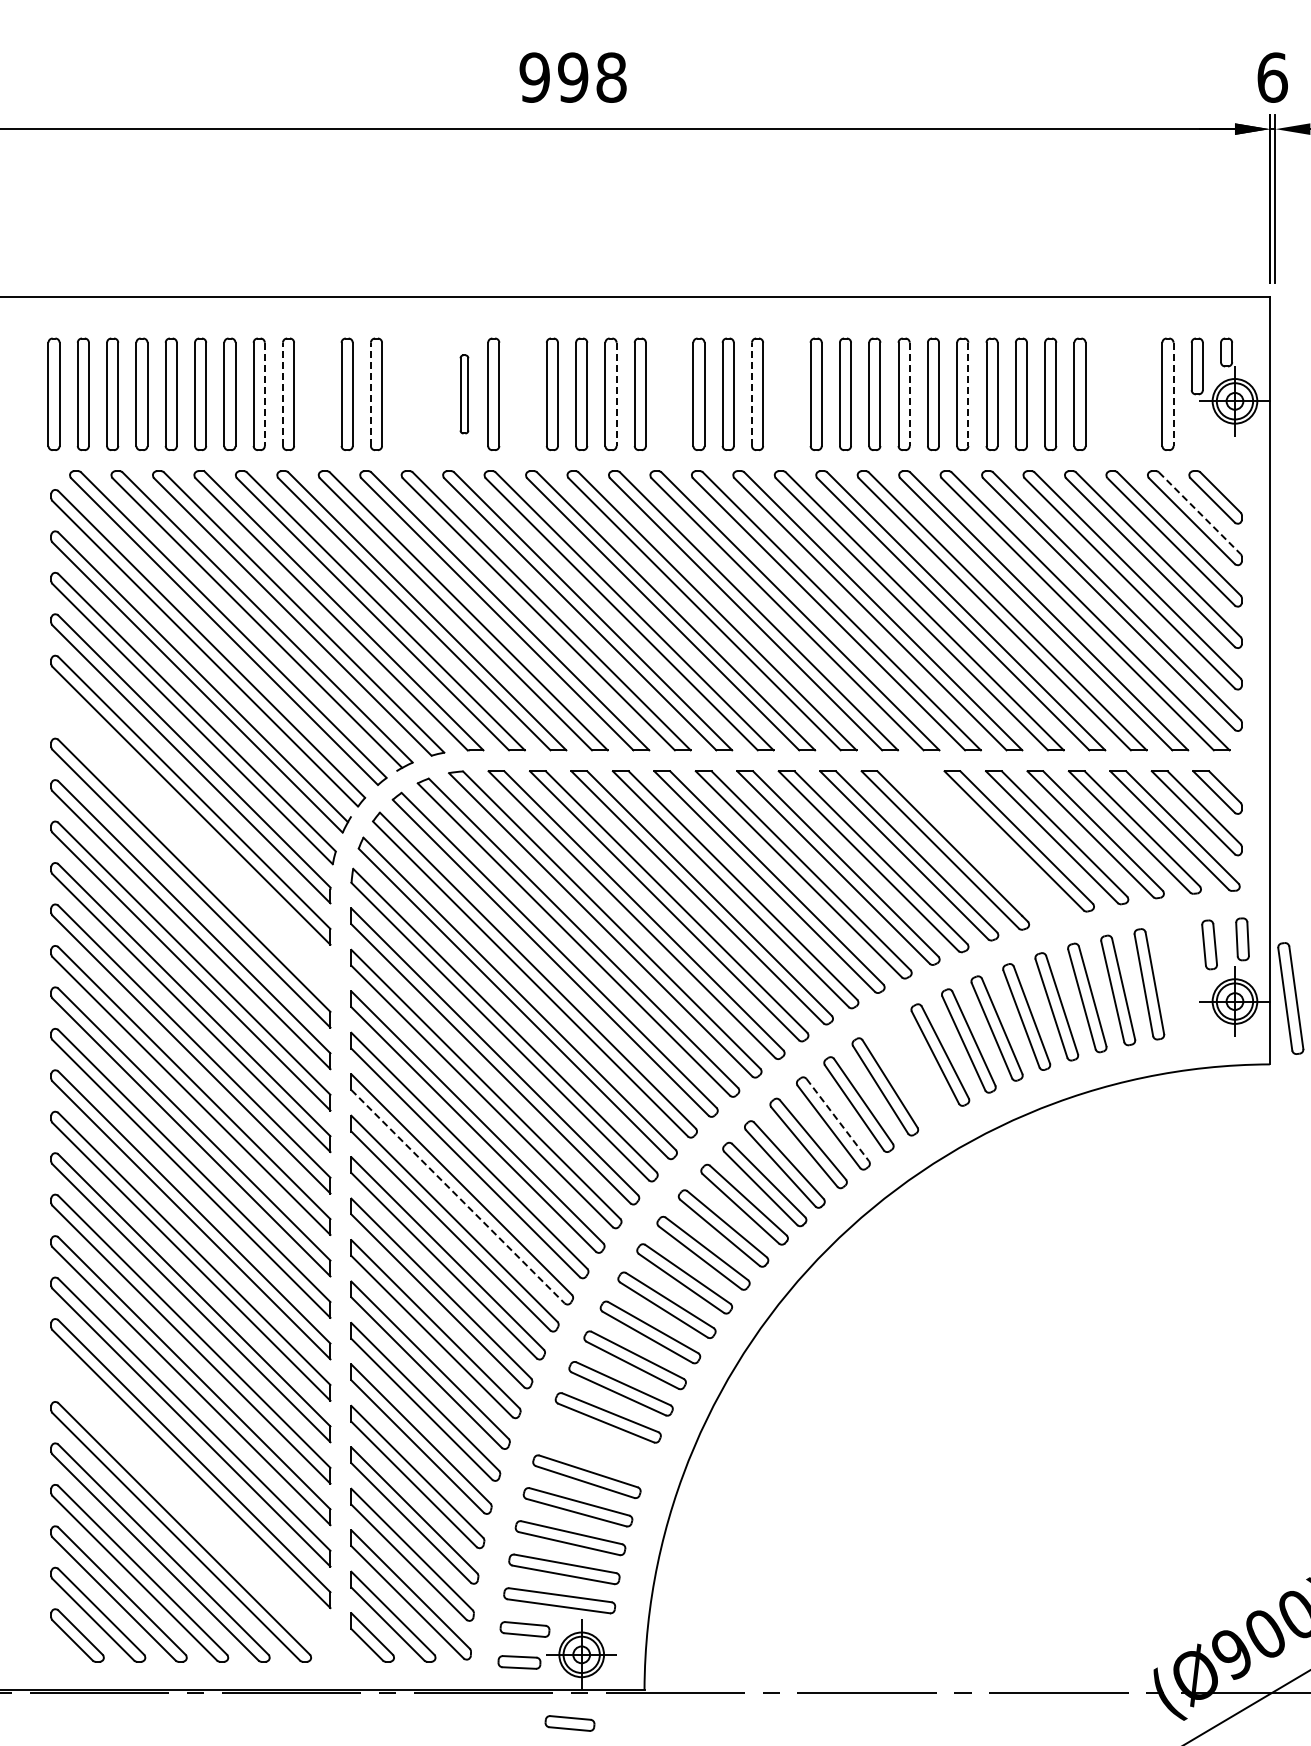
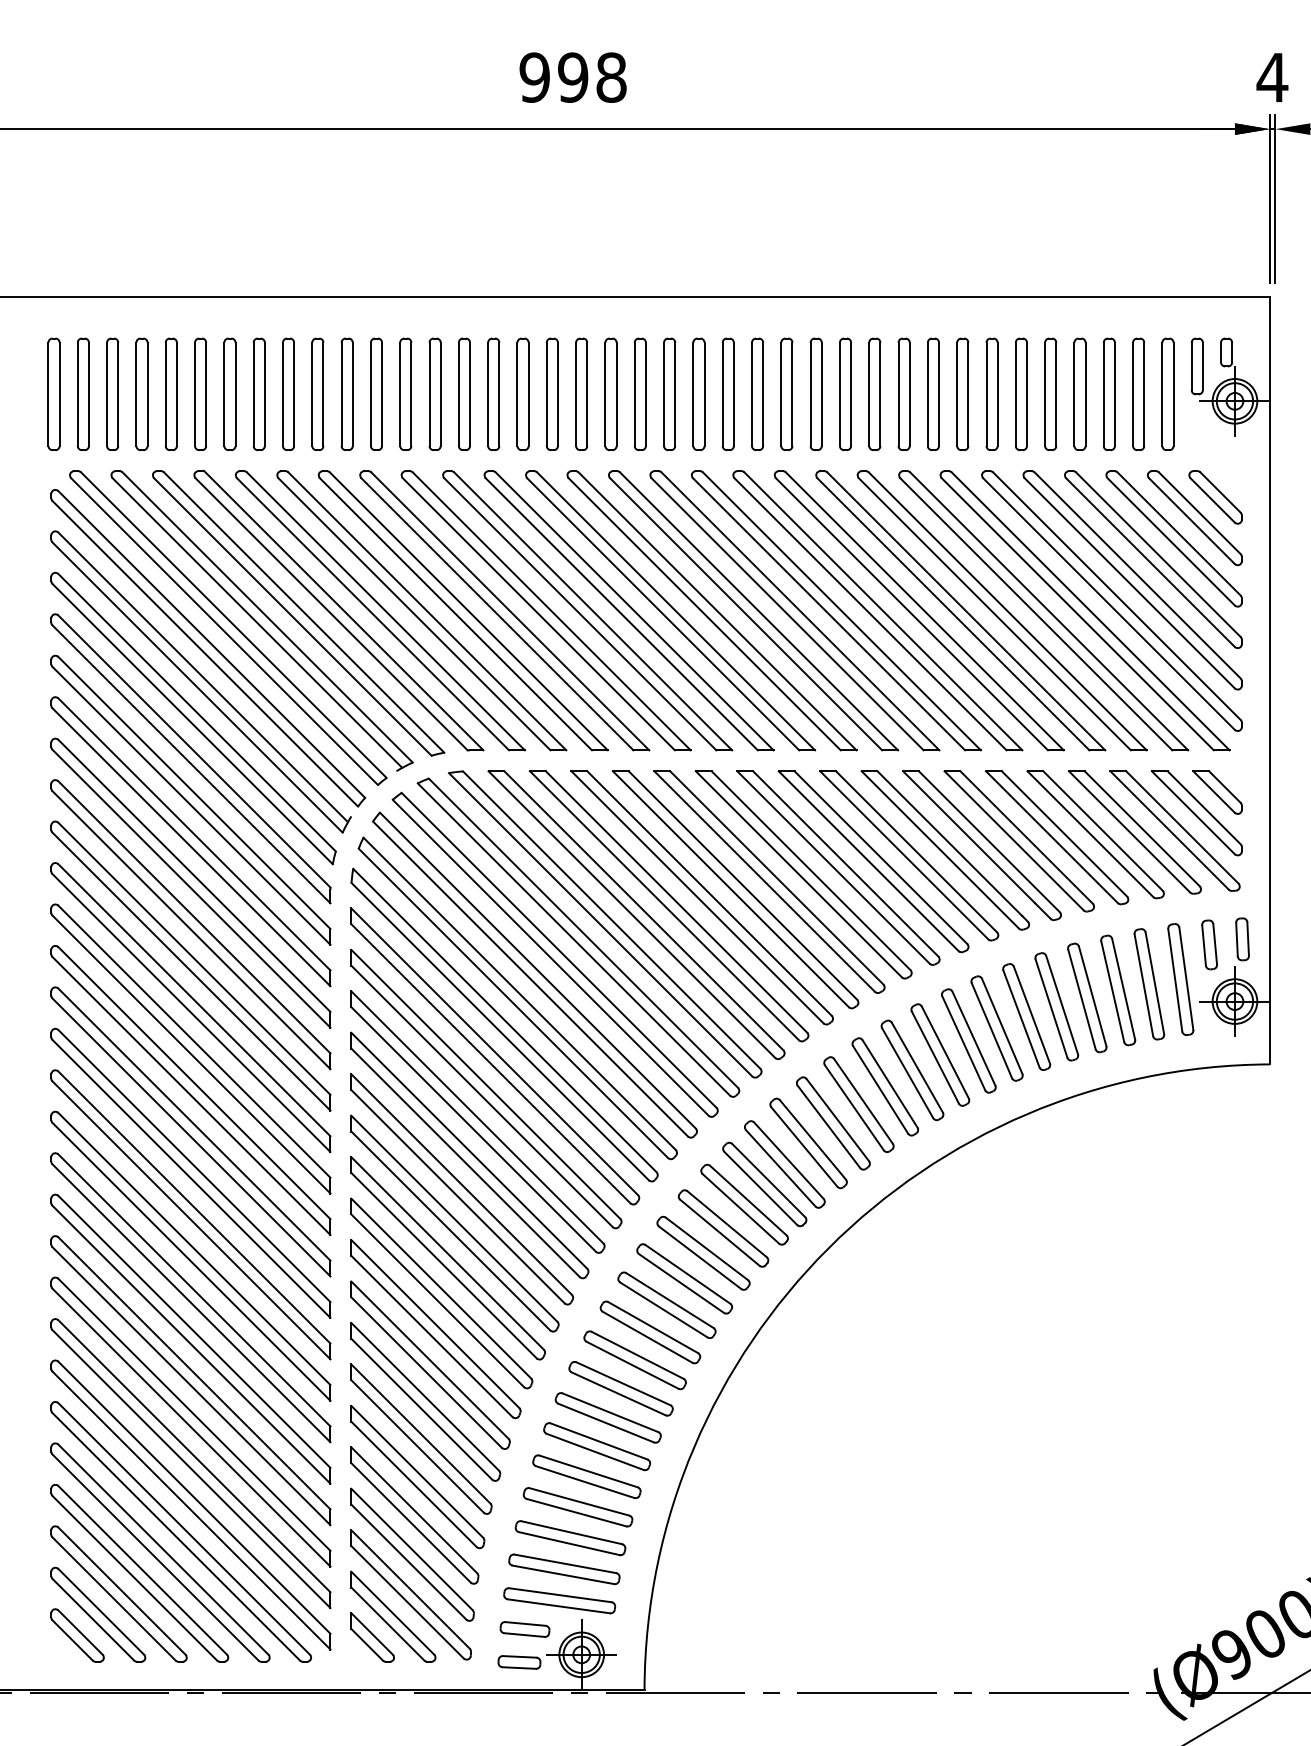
text at (1272, 77): 6 -> 4
part at (317, 393): none -> present
part at (405, 393): none -> present
part at (434, 393): none -> present
part at (522, 393): none -> present
part at (669, 393): none -> present
part at (786, 393): none -> present
part at (1108, 393): none -> present
part at (1138, 393): none -> present
line at (264, 394): dashed -> solid
line at (282, 394): dashed -> solid
line at (370, 394): dashed -> solid
part at (464, 394) size: 11x81 px -> 13x115 px
line at (616, 394): dashed -> solid
line at (752, 394): dashed -> solid
line at (909, 394): dashed -> solid
line at (968, 394): dashed -> solid
line at (1173, 394): dashed -> solid
line at (1199, 513): dashed -> solid
part at (190, 841): none -> present
part at (981, 845): none -> present
part at (1290, 998) position: (1290, 998) -> (1180, 979)
part at (912, 1070): none -> present
line at (837, 1120): dashed -> solid
line at (458, 1196): dashed -> solid
part at (597, 1446): none -> present
part at (190, 1504): none -> present
part at (569, 1723): present -> none
